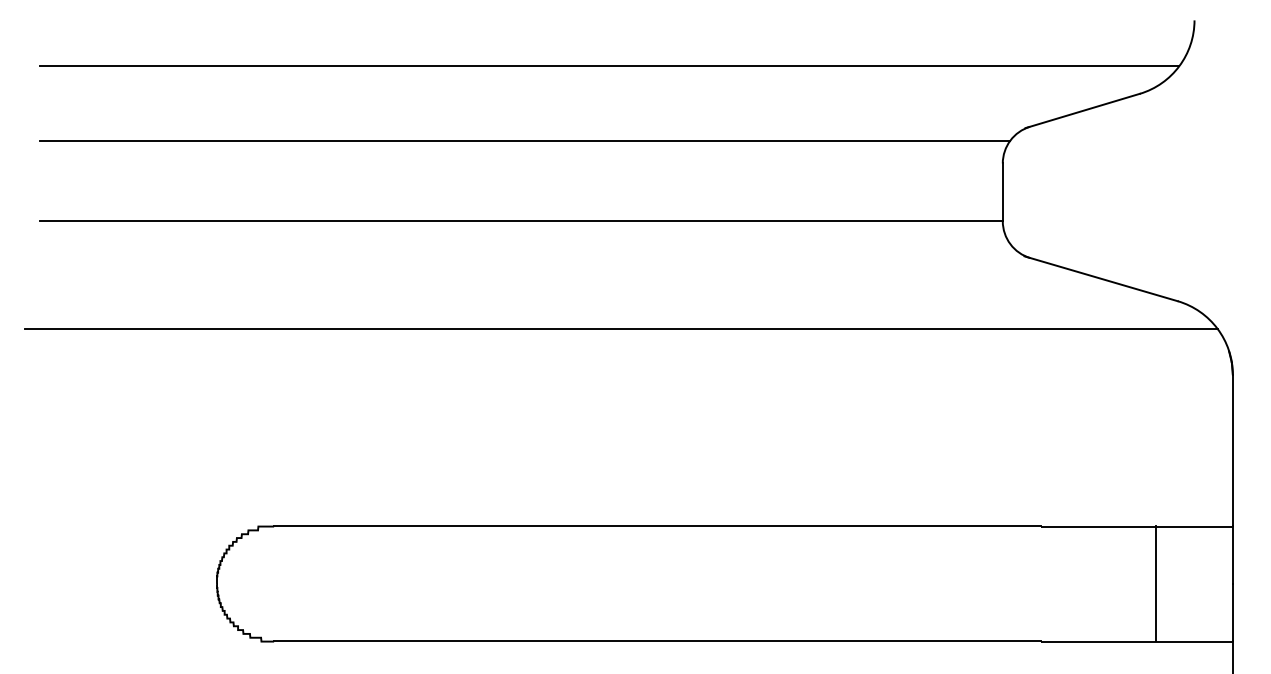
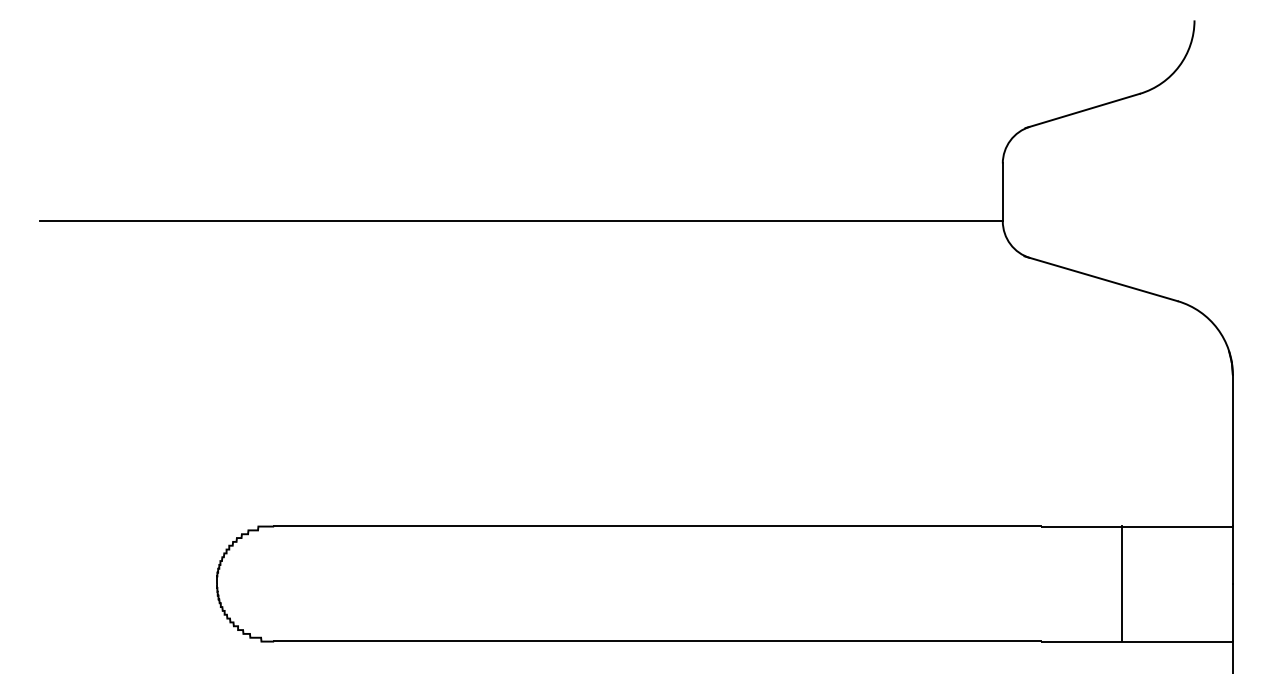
line at (609, 66): present -> none
line at (524, 140): present -> none
line at (621, 328): present -> none
line at (1156, 583) position: (1156, 583) -> (1122, 583)
